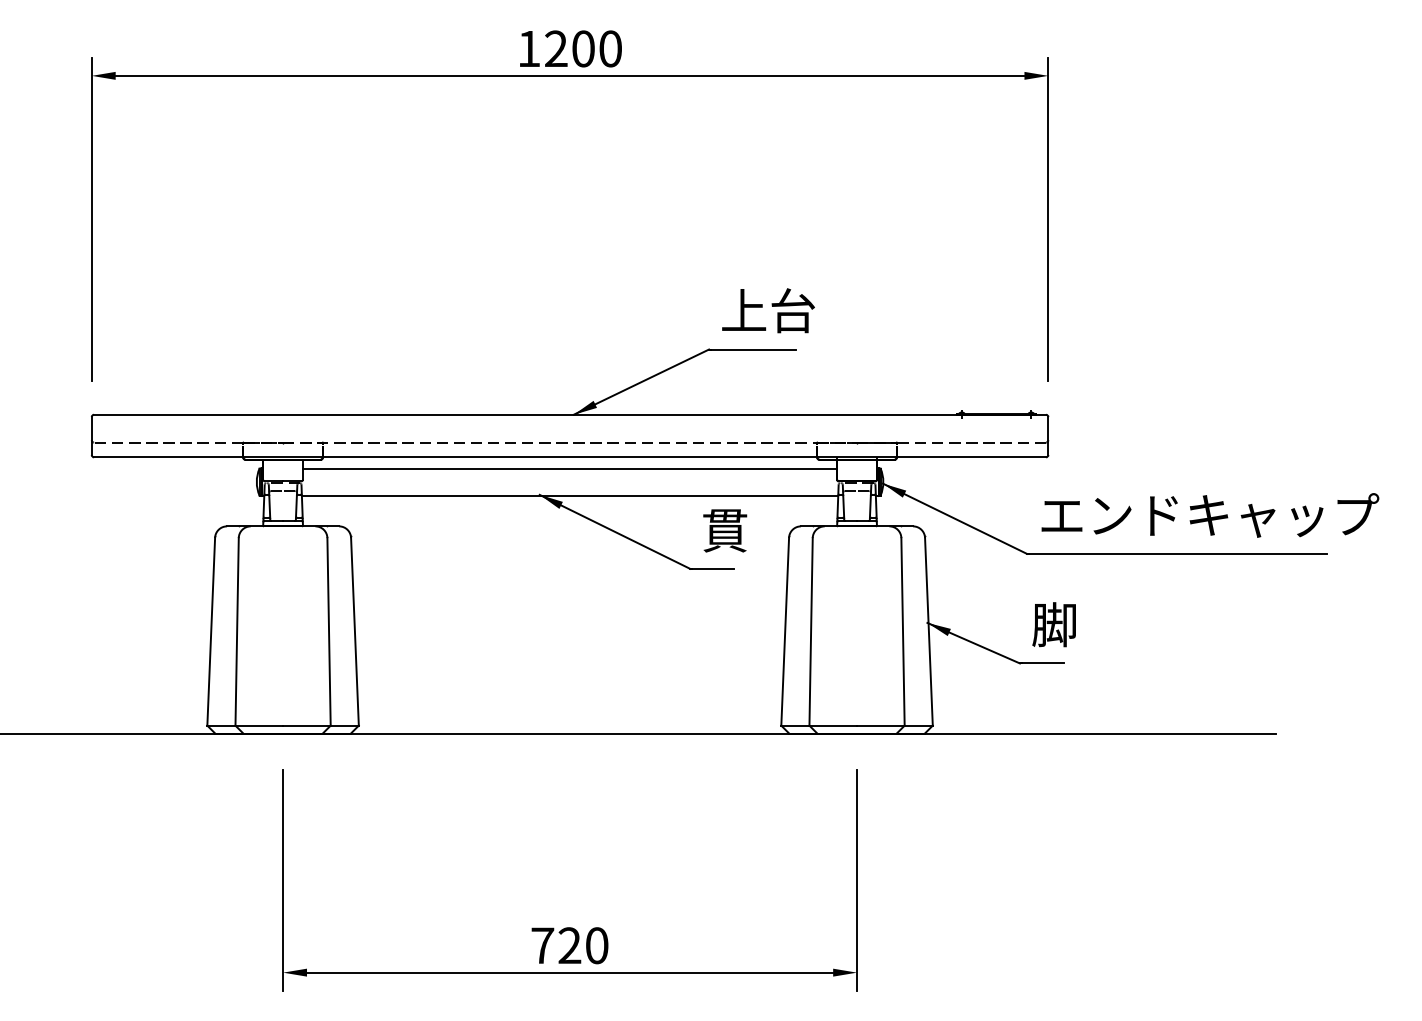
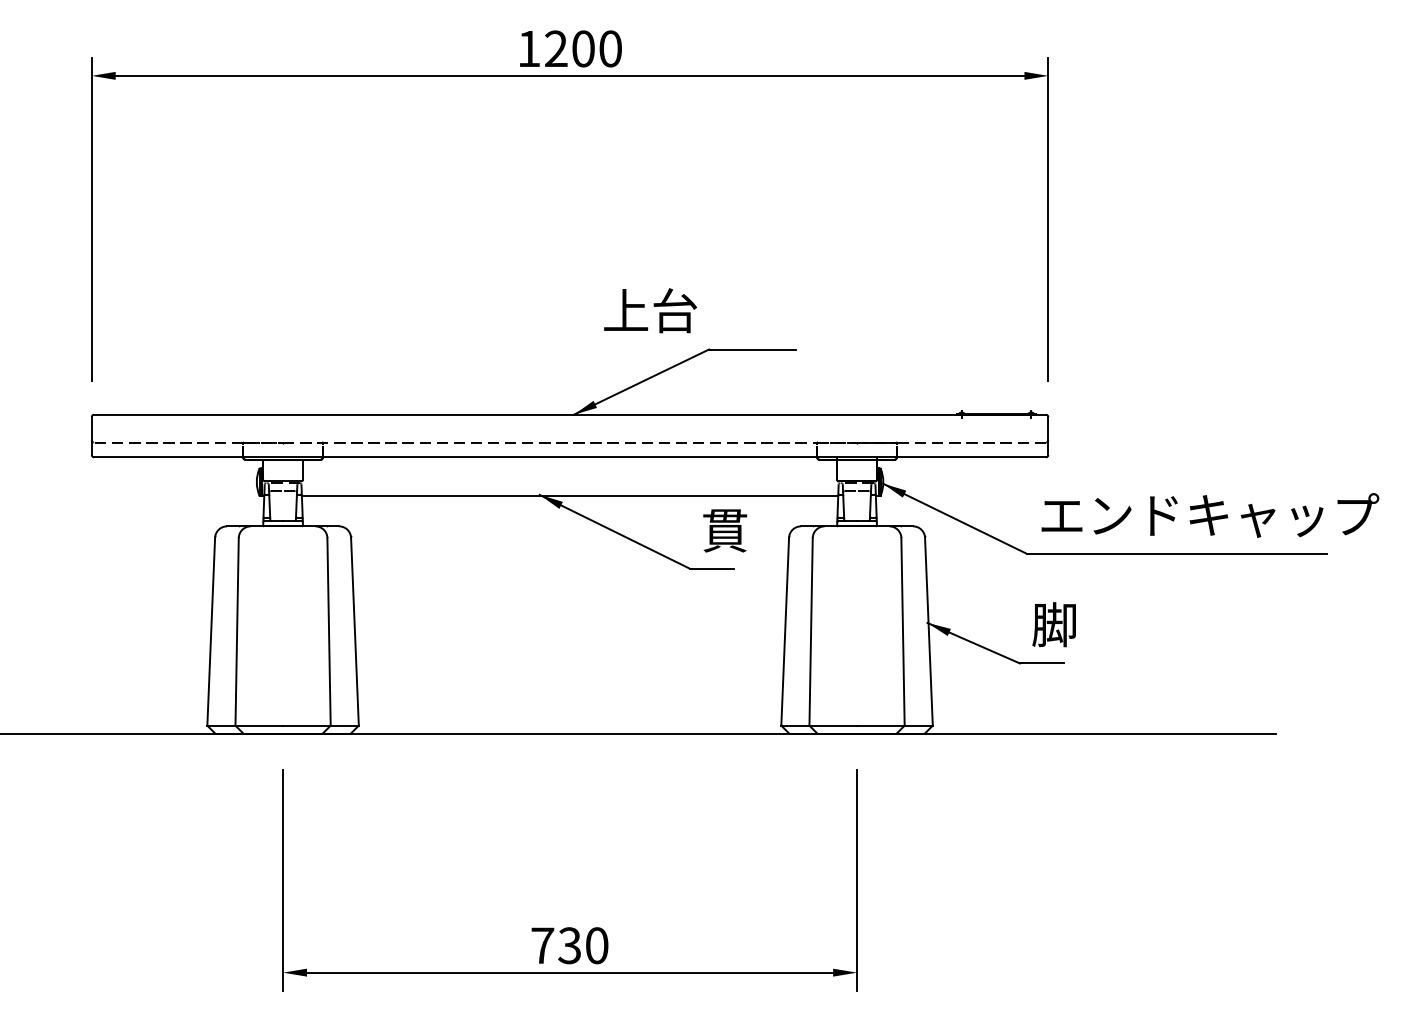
text at (768, 310) position: (768, 310) -> (650, 310)
line at (570, 468): present -> none
text at (569, 945): 720 -> 730
